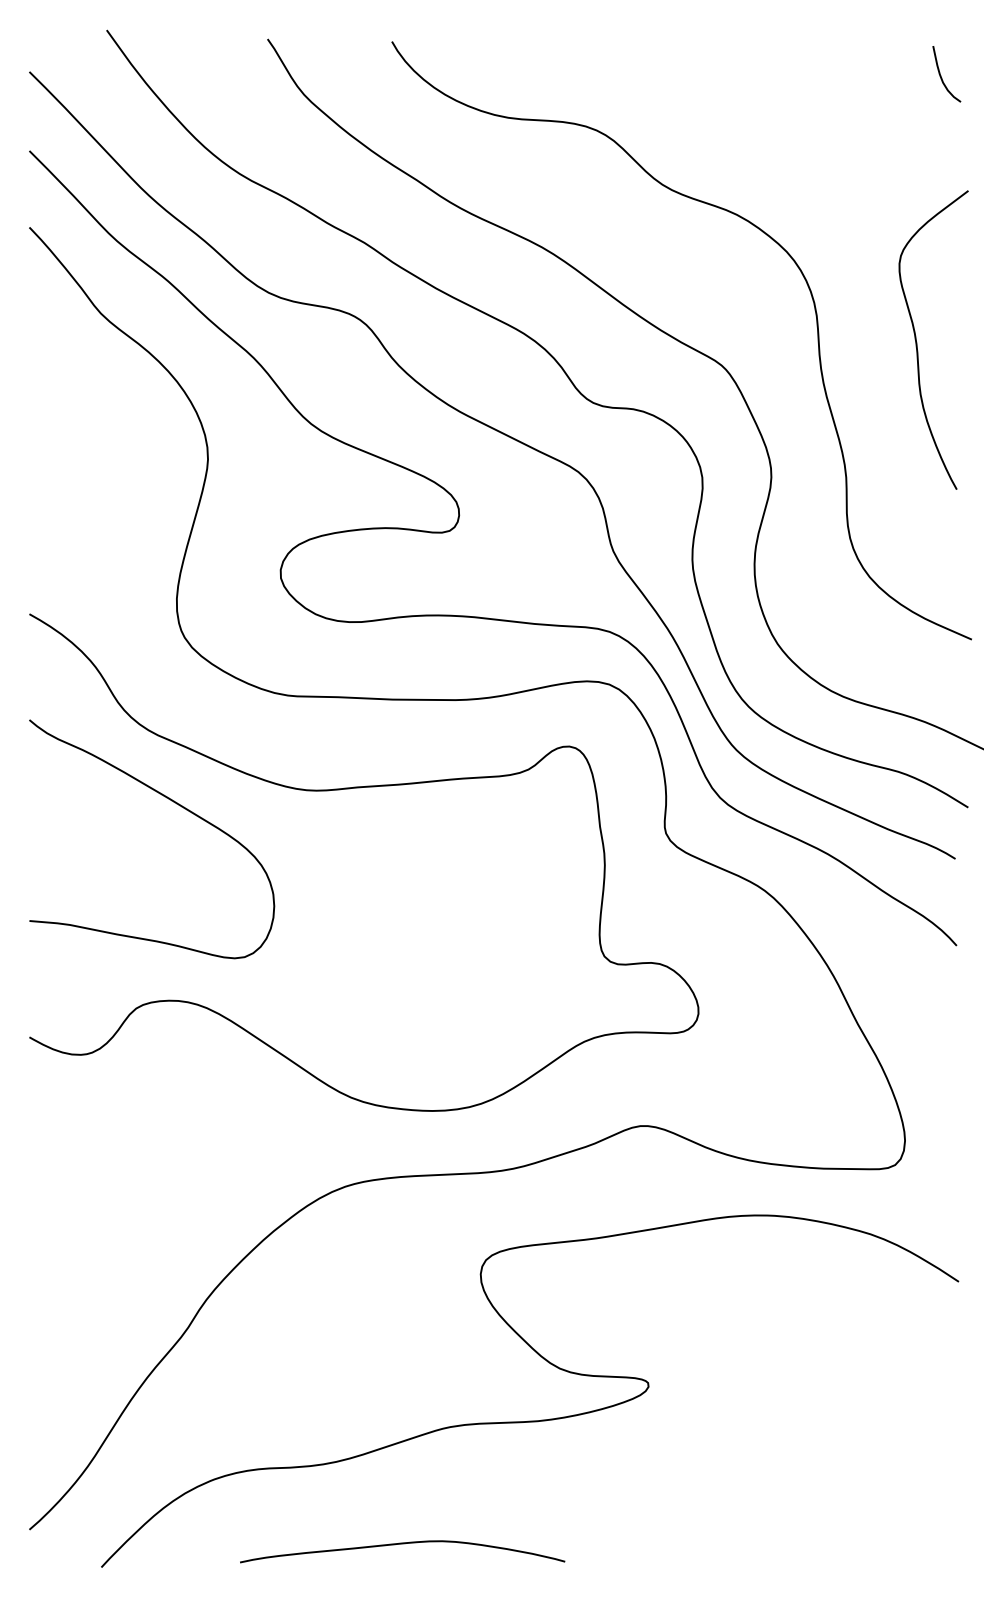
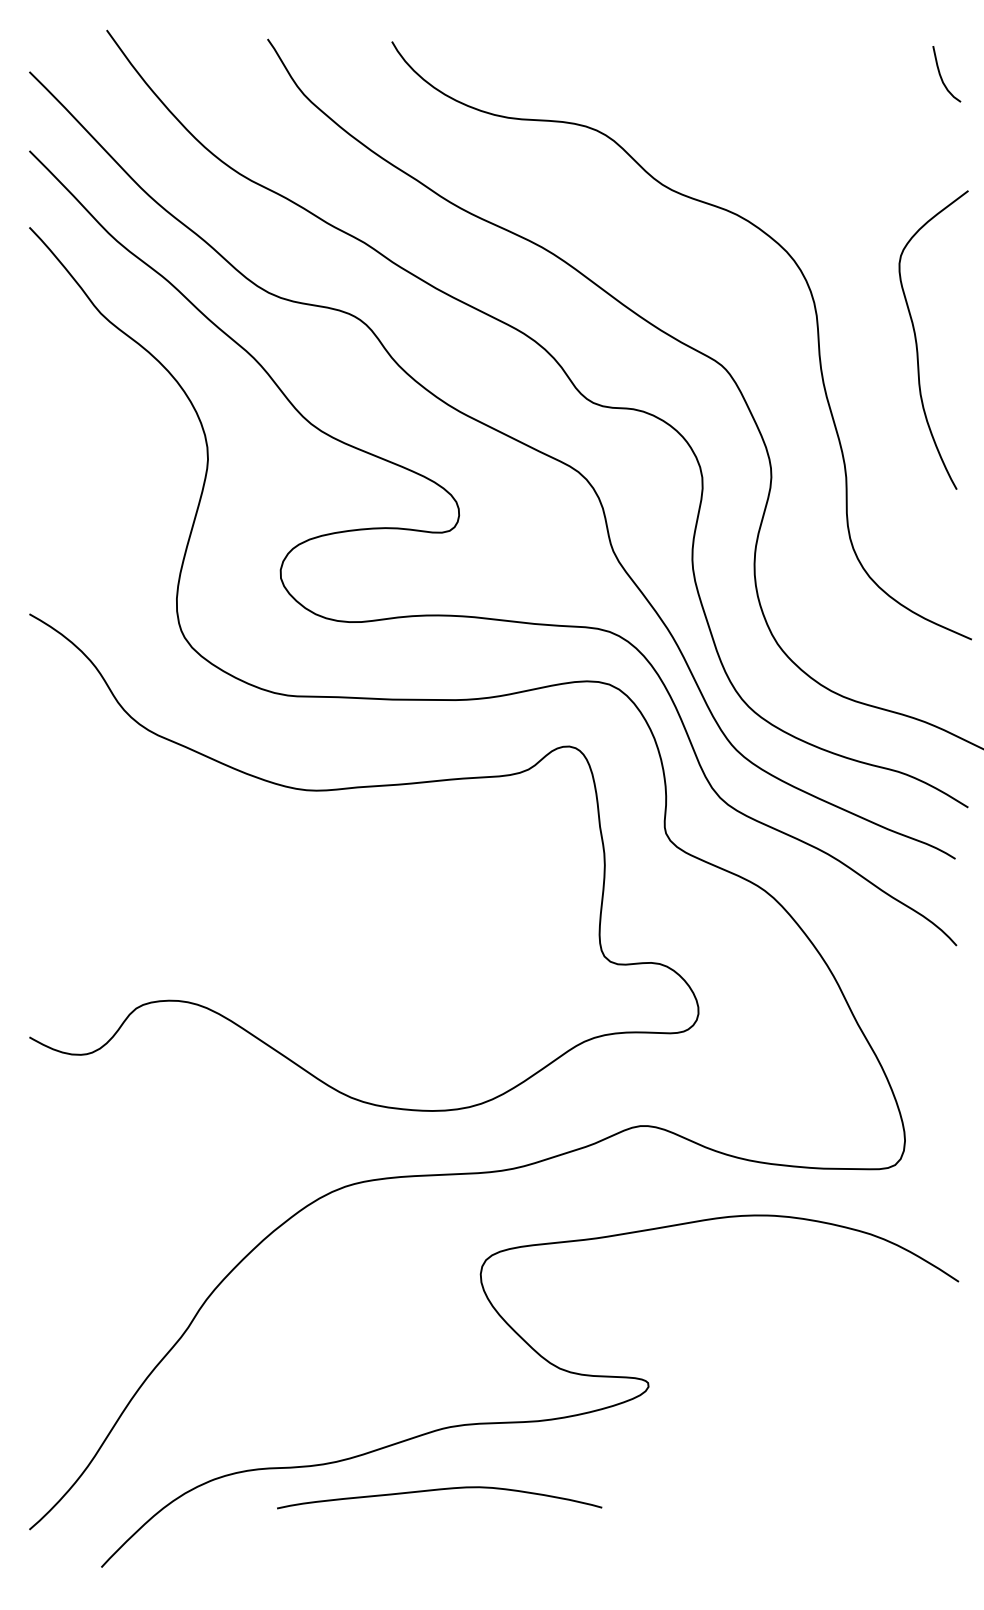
curve at (176, 804): present -> none
curve at (402, 1544) position: (402, 1544) -> (439, 1490)
